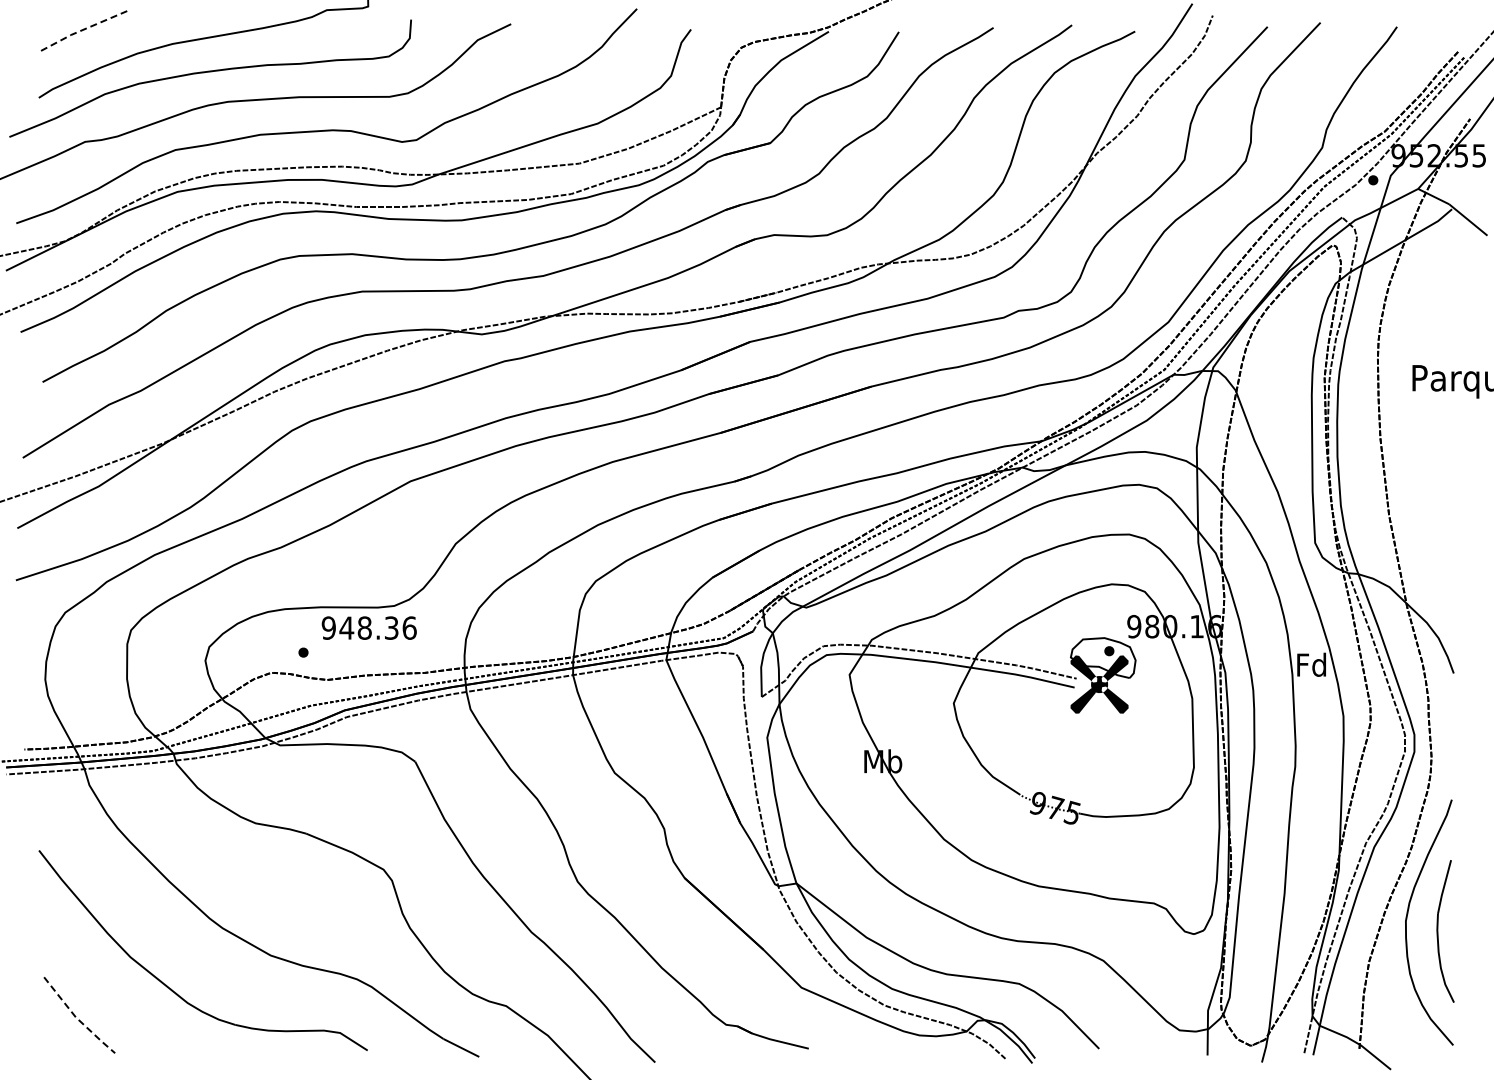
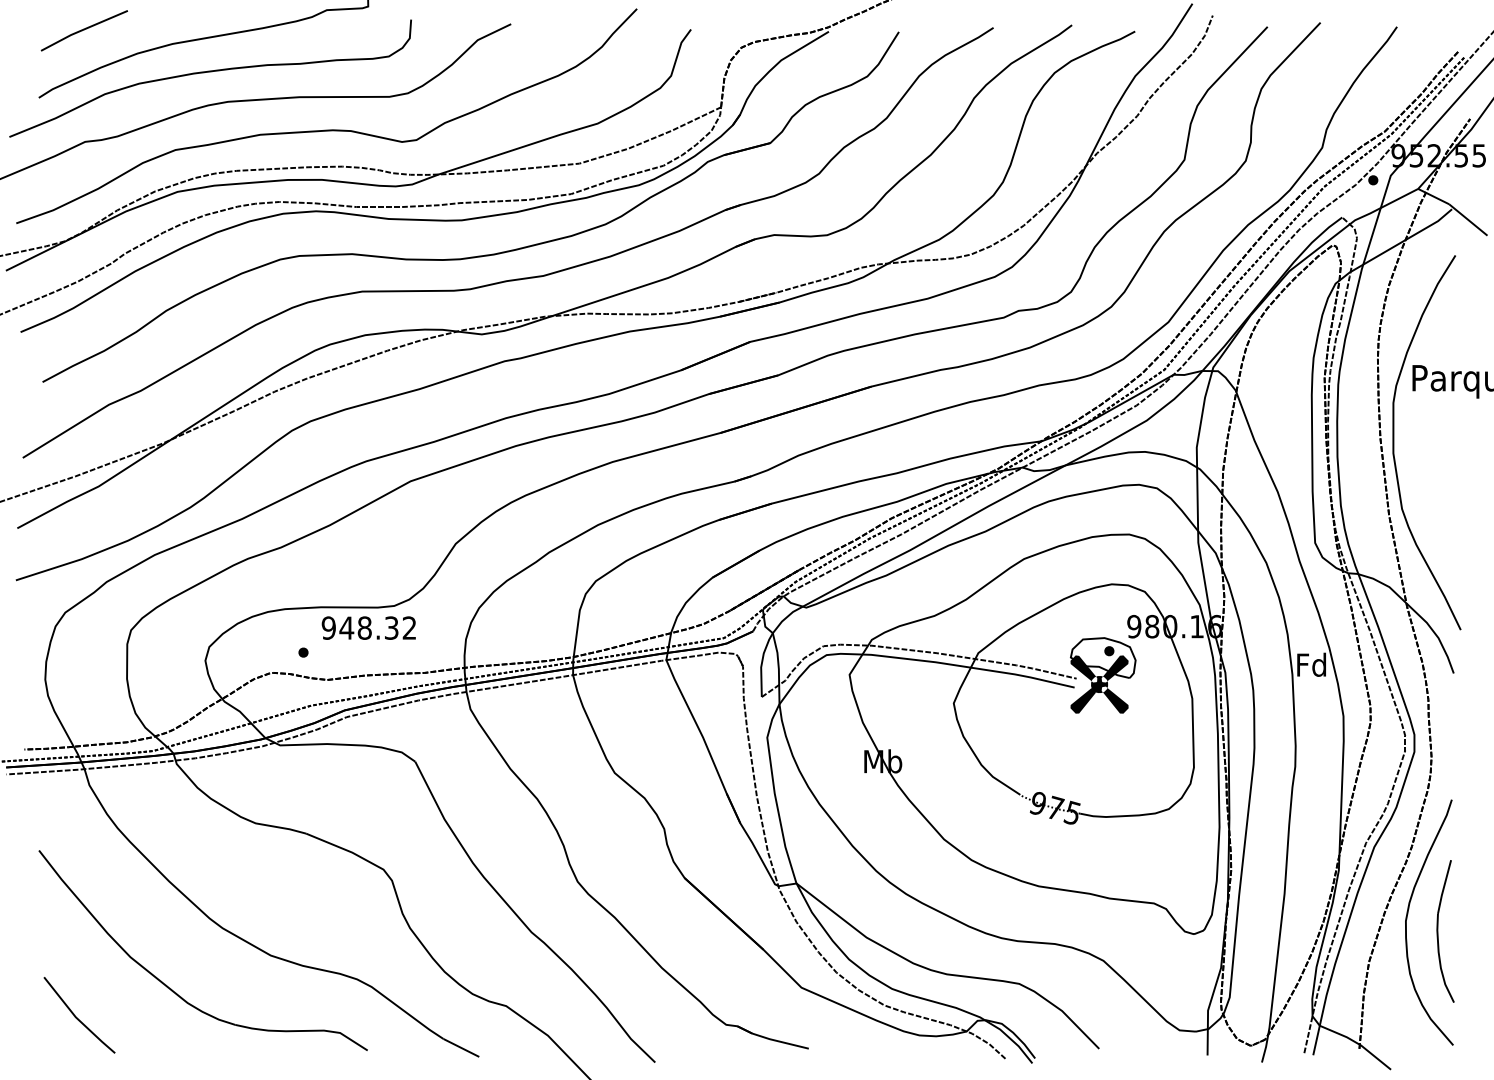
line at (83, 29): dashed -> solid
curve at (1394, 442): none -> present
text at (409, 627): 948.36 -> 948.32
line at (77, 1018): dashed -> solid
